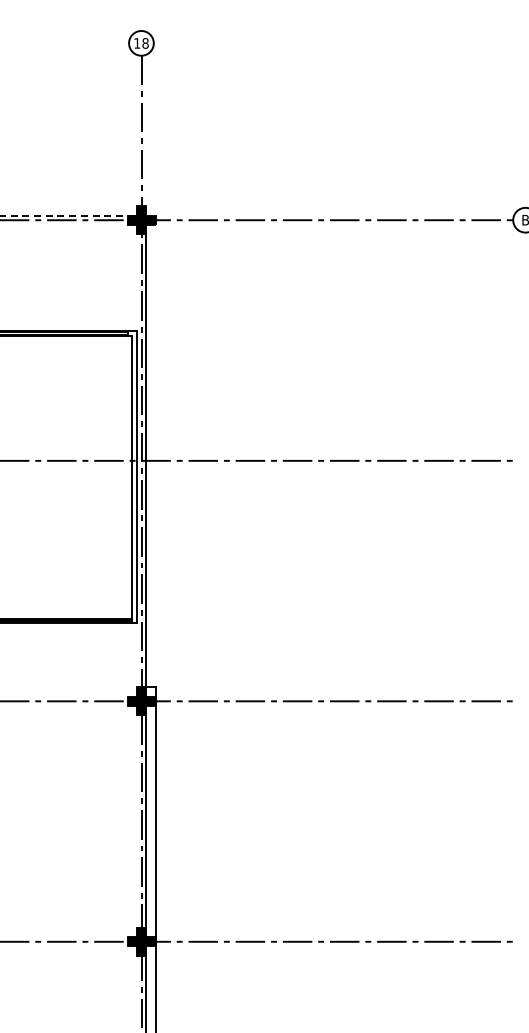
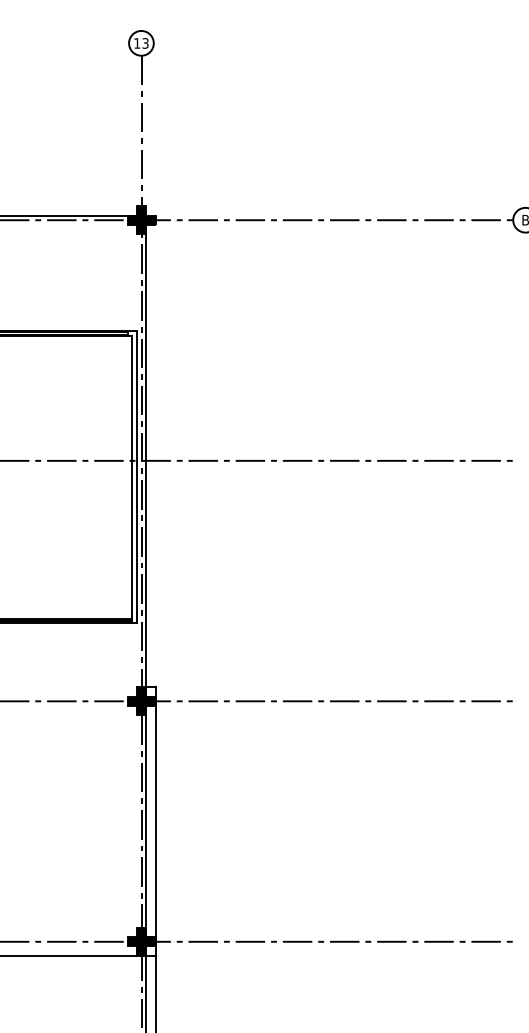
text at (145, 43): 18 -> 13
line at (73, 215): dashed -> solid
line at (78, 955): none -> present
